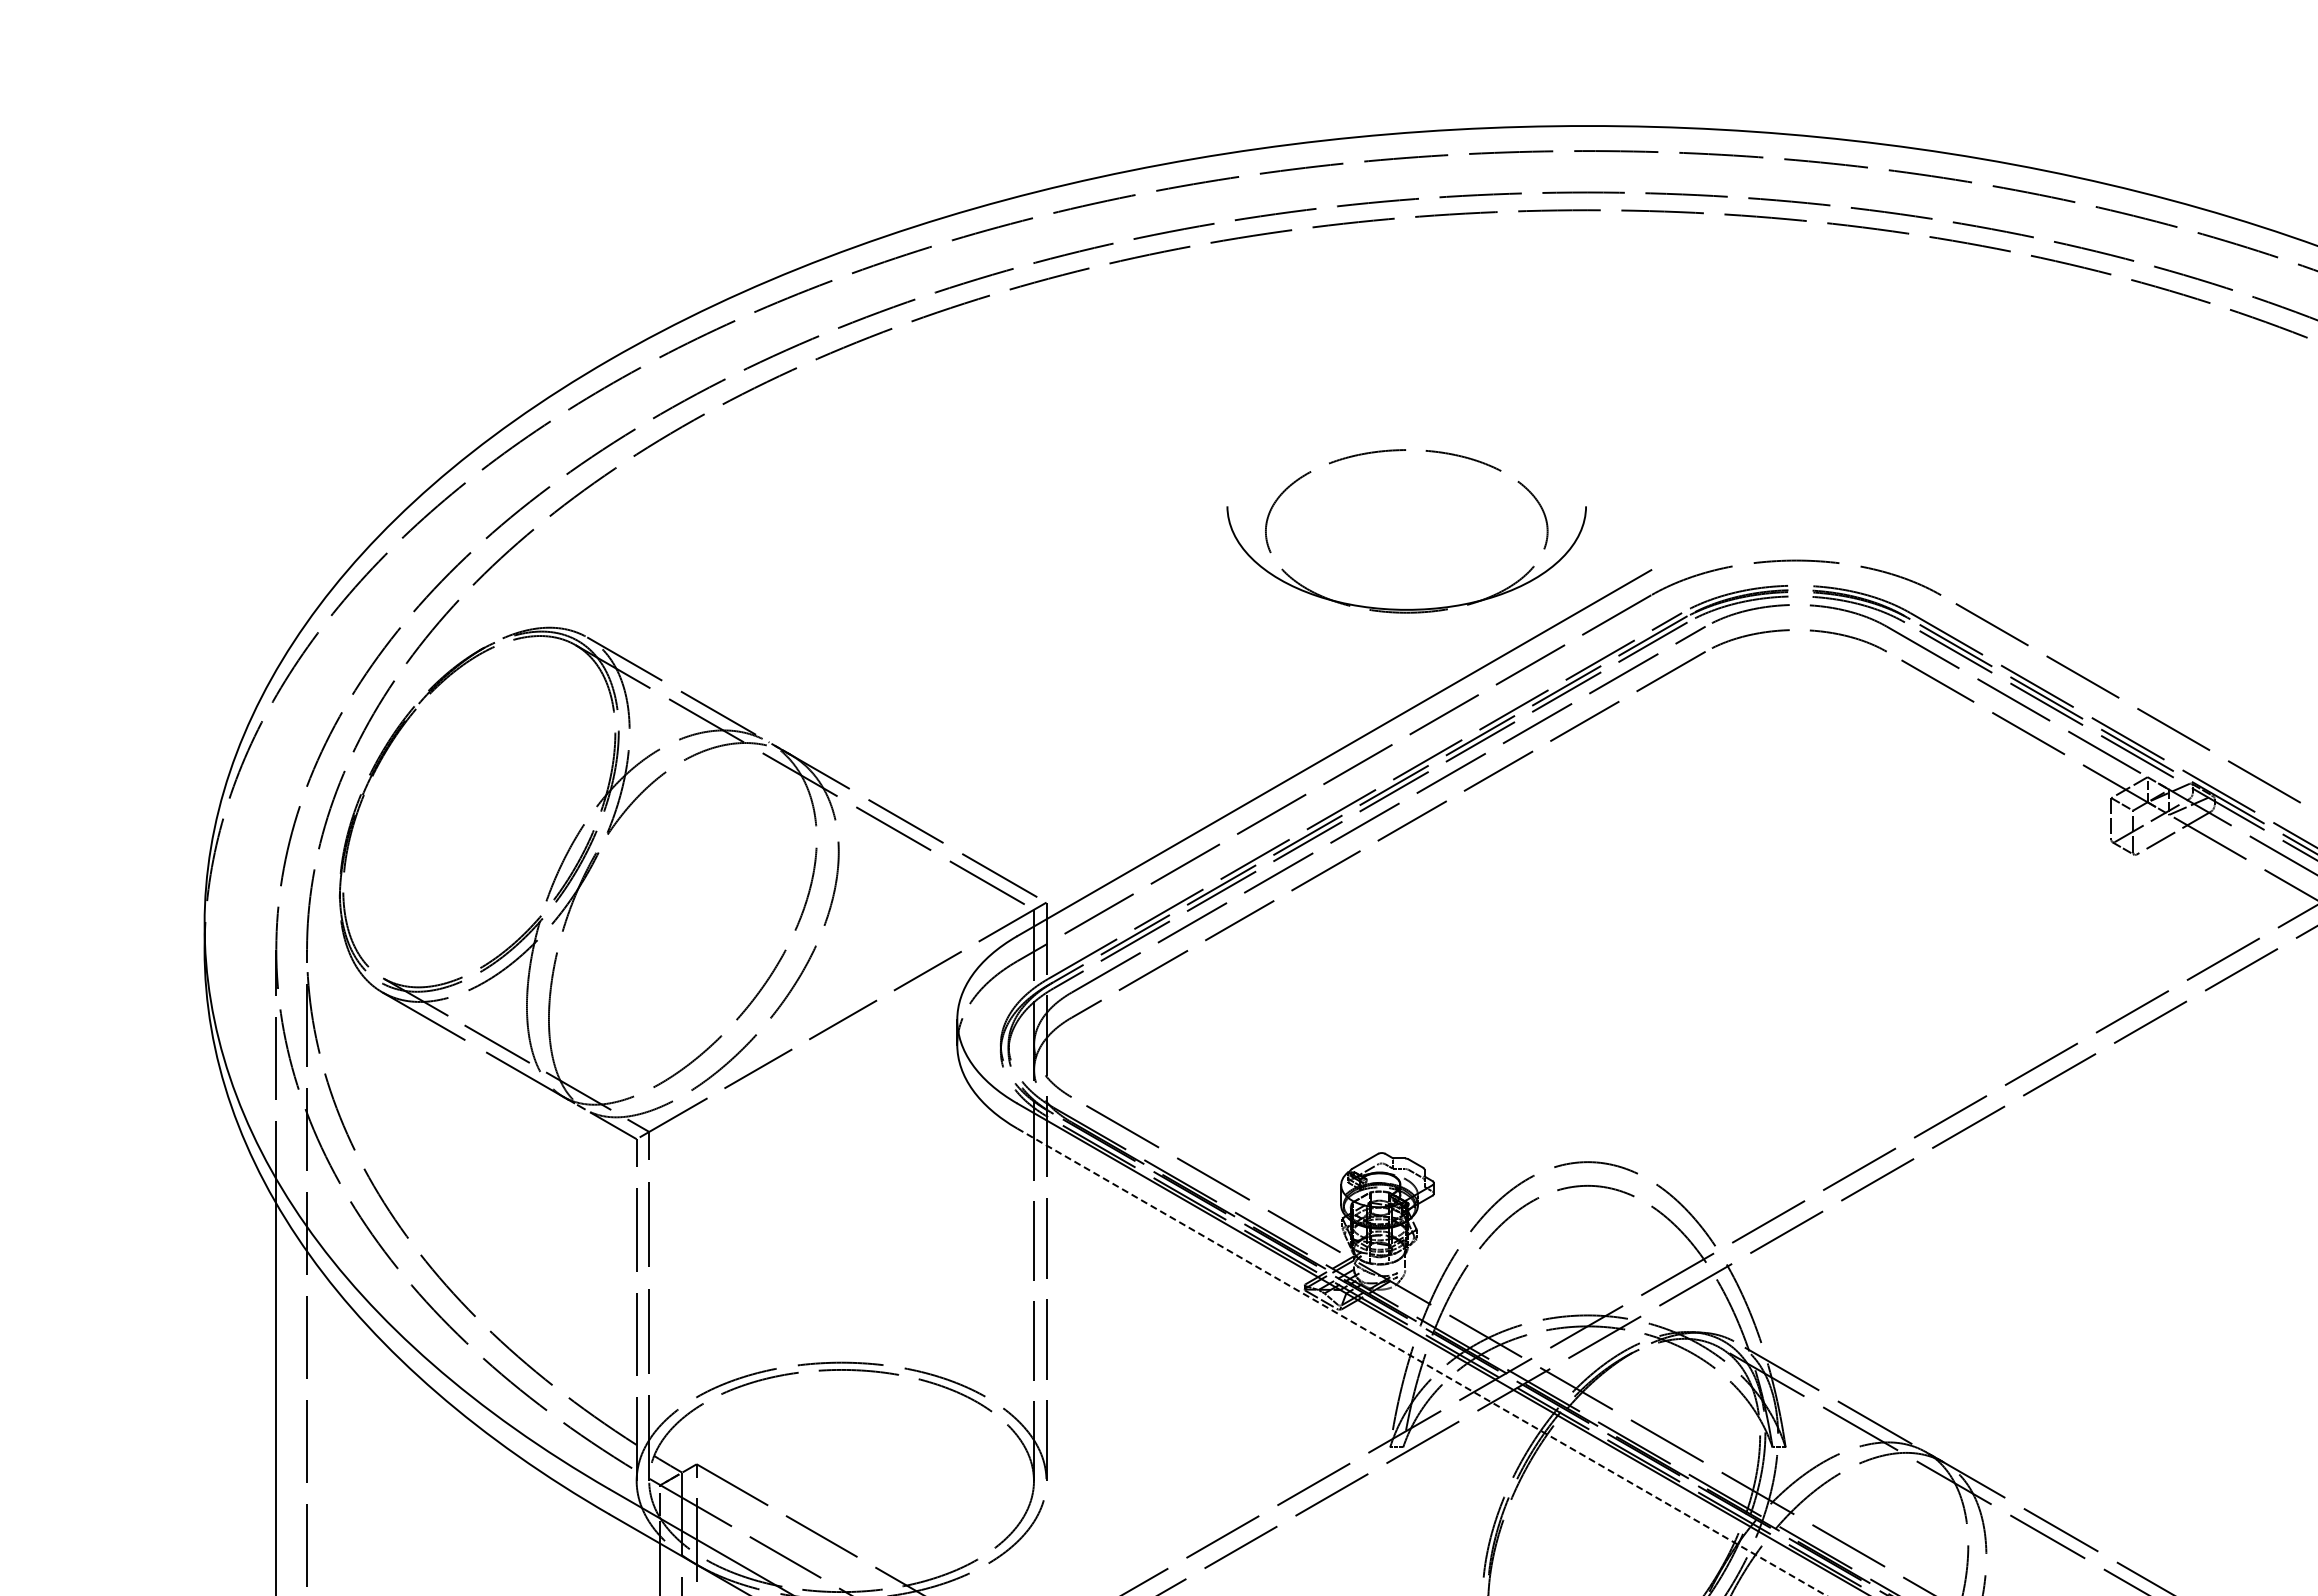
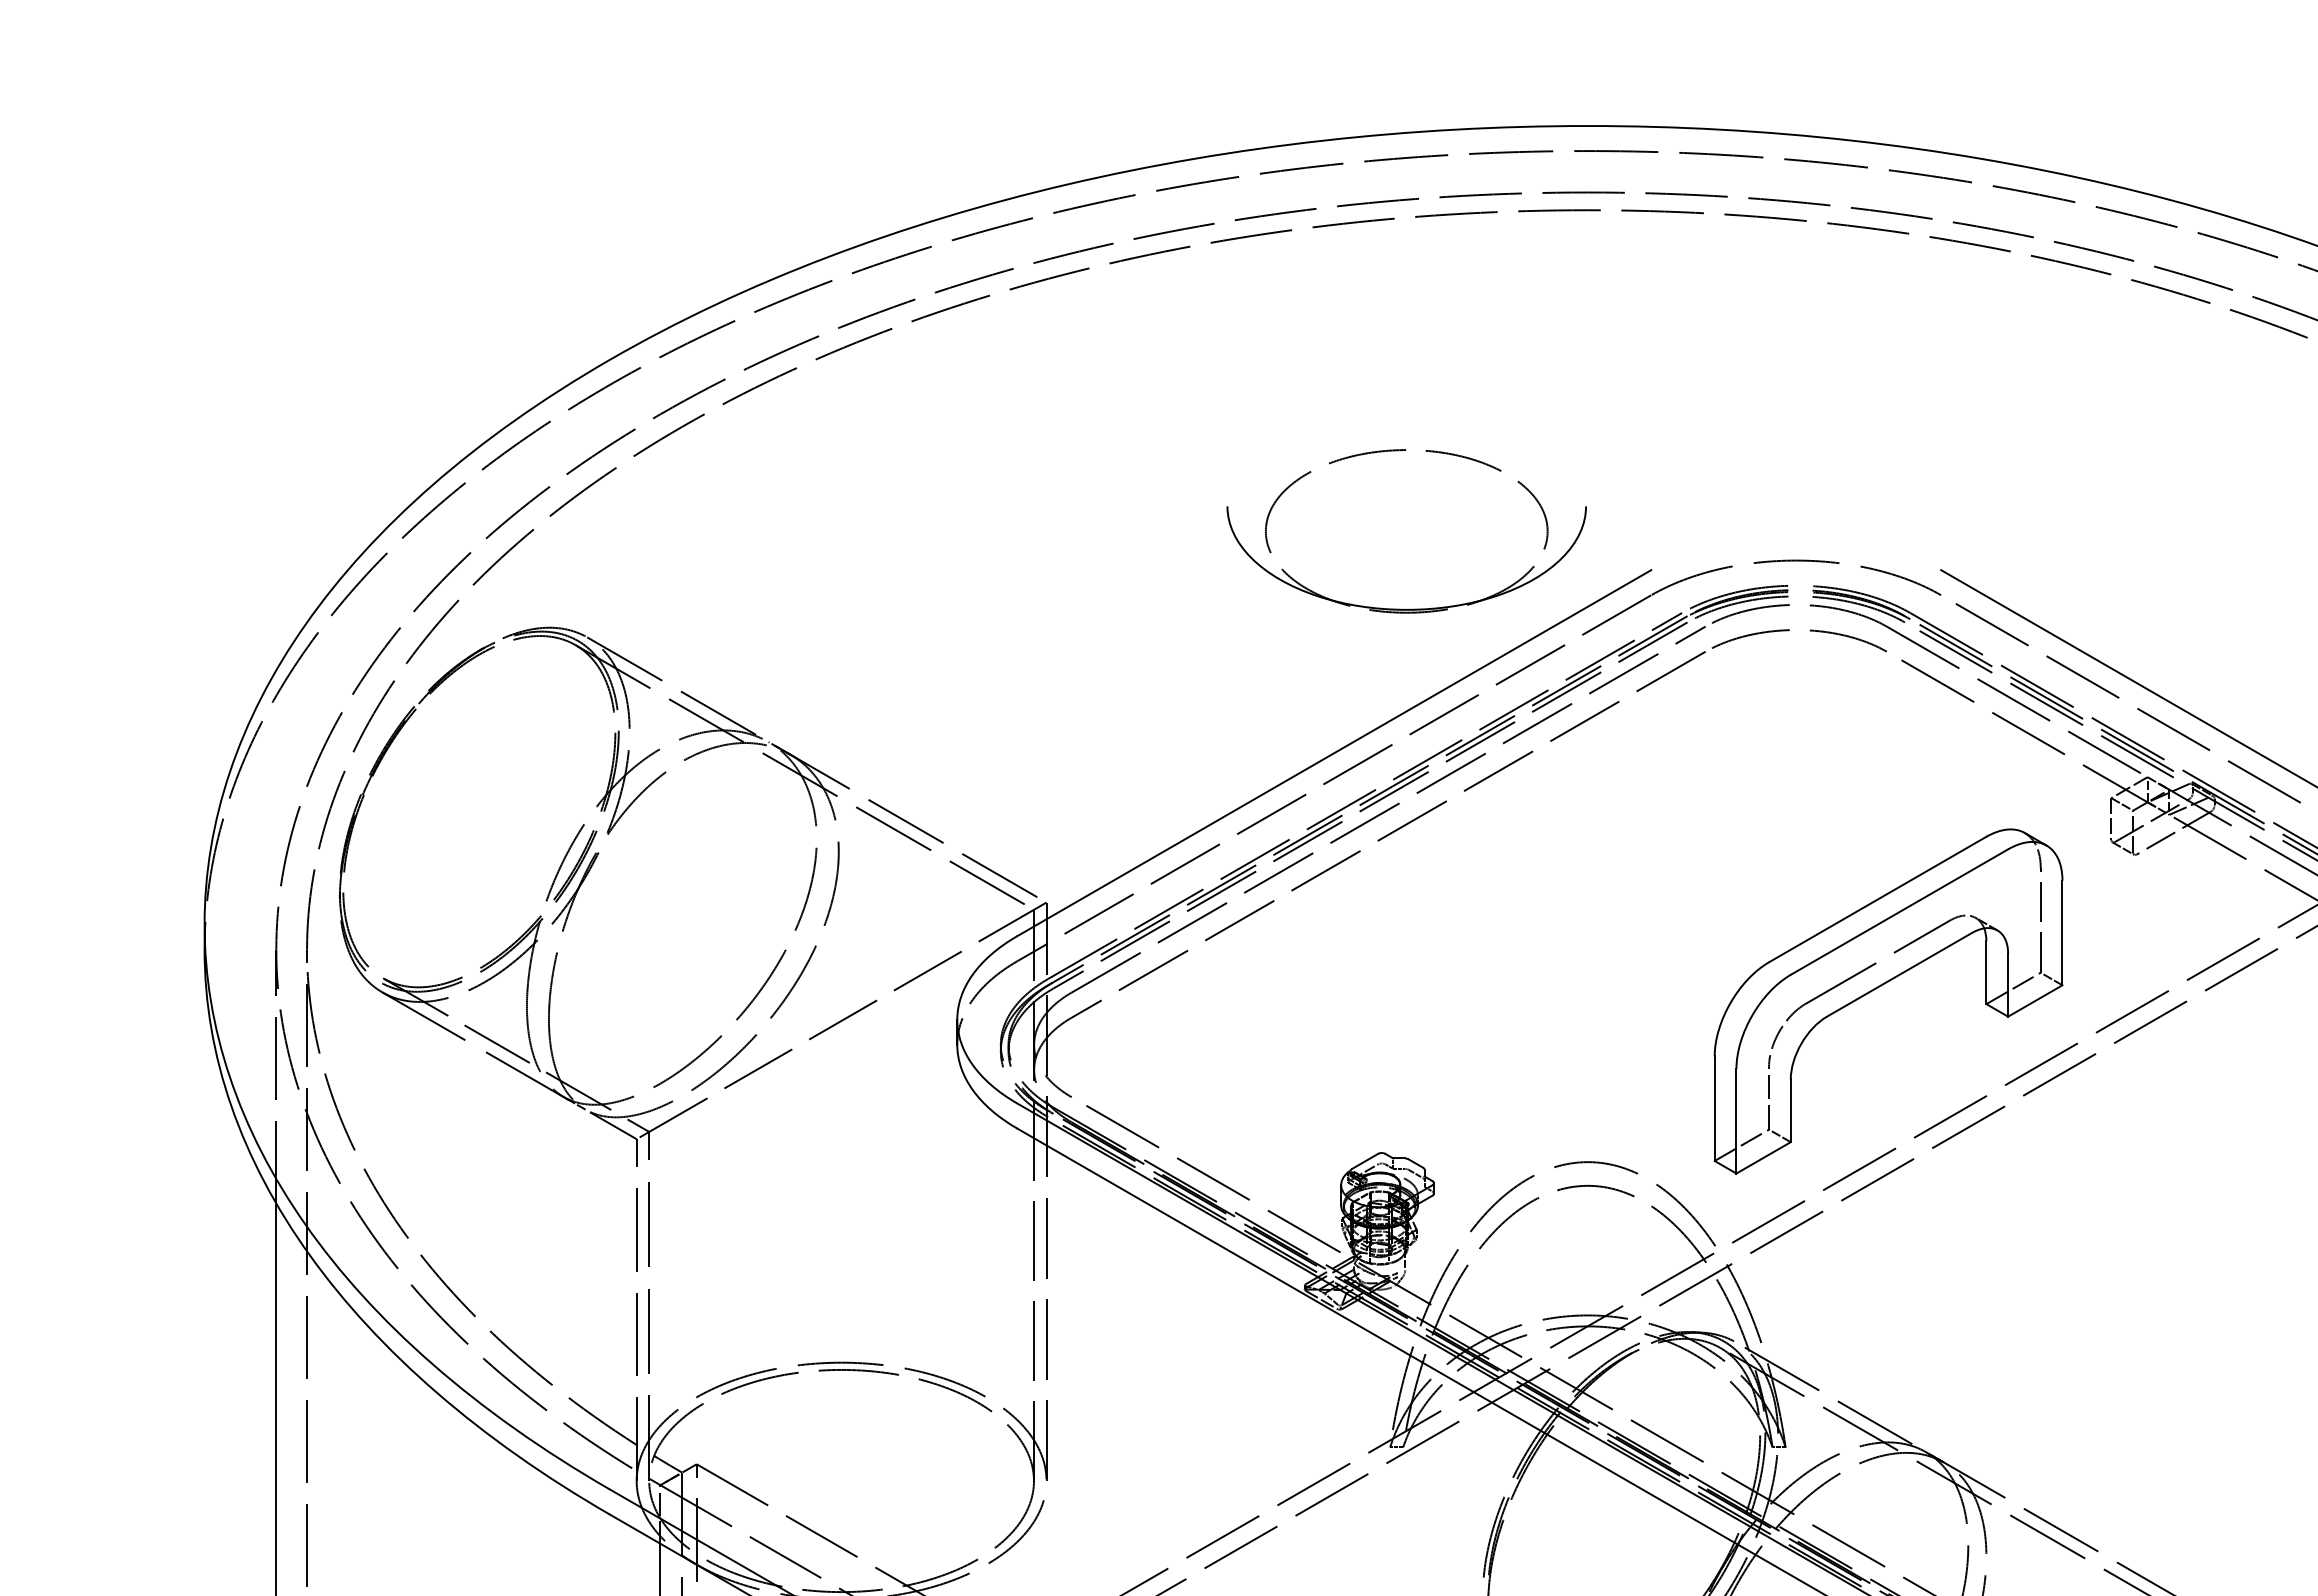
line at (2127, 677): none -> present
part at (1881, 986): none -> present
line at (1422, 1362): dashed -> solid
